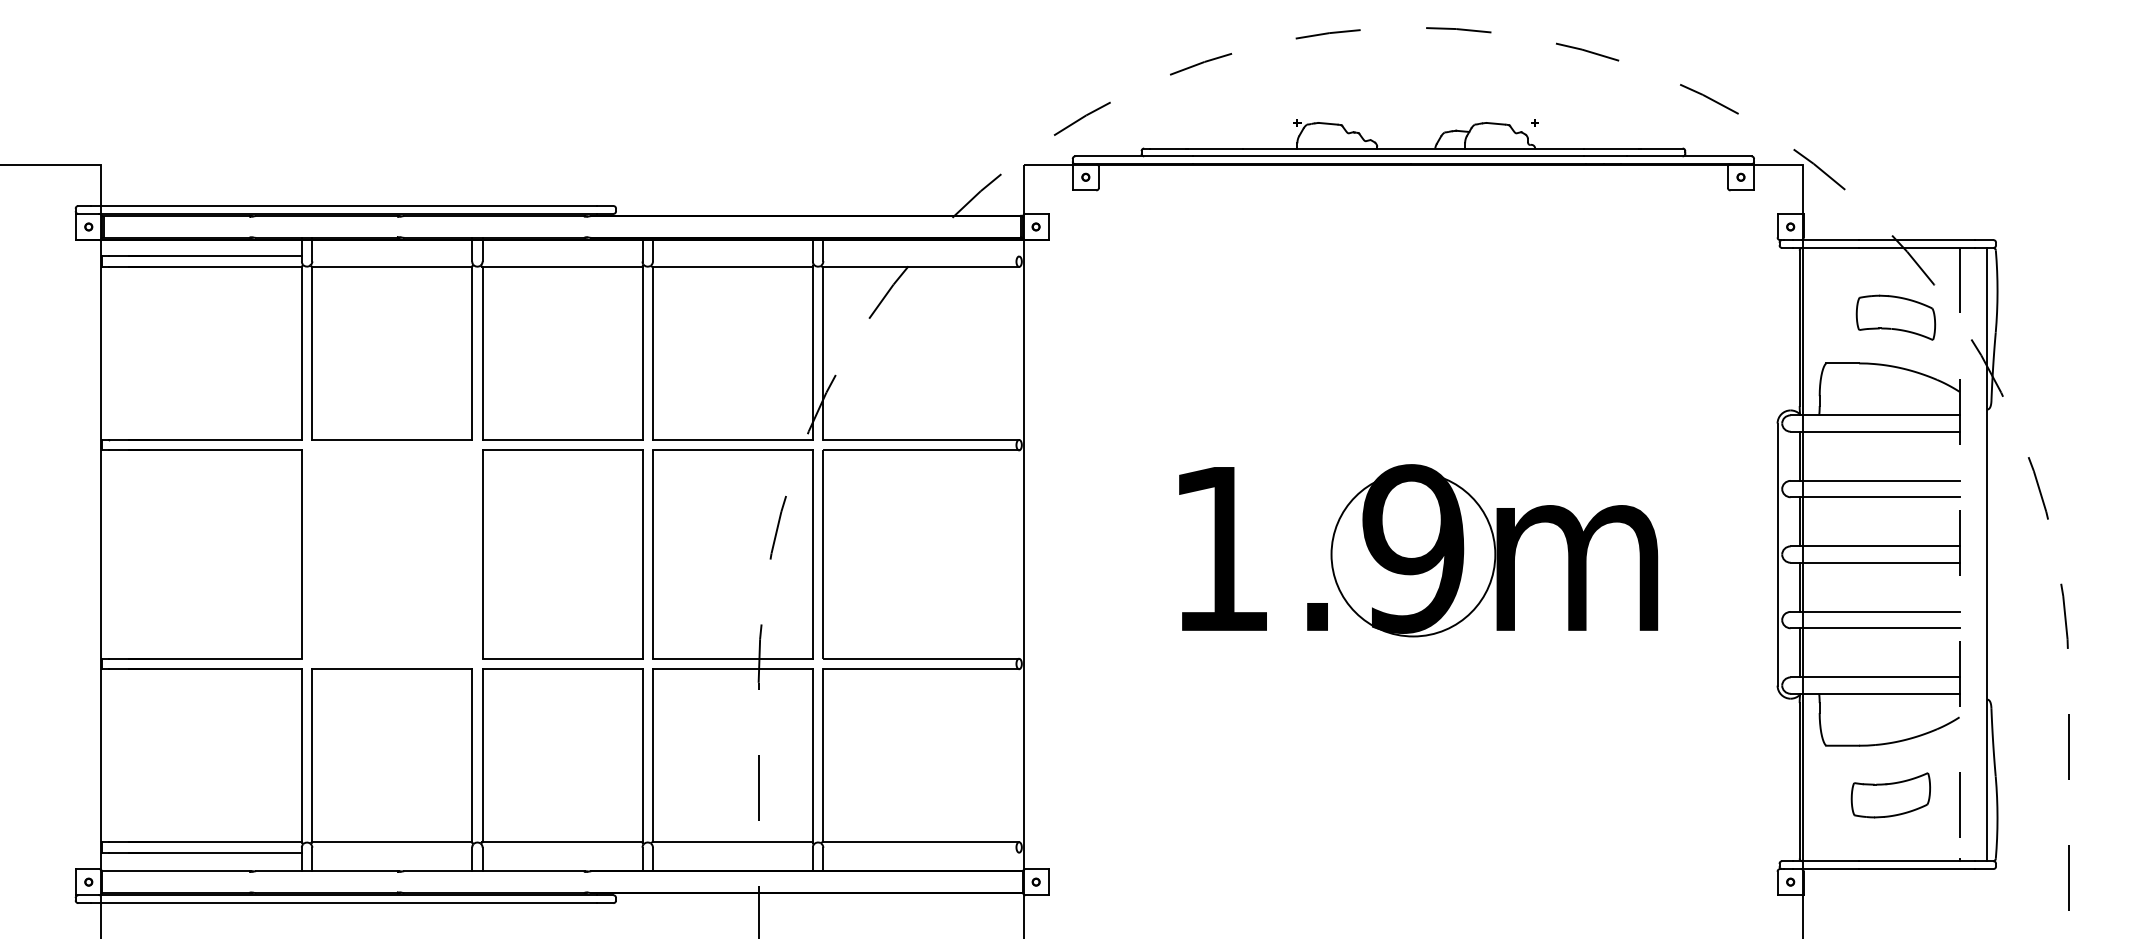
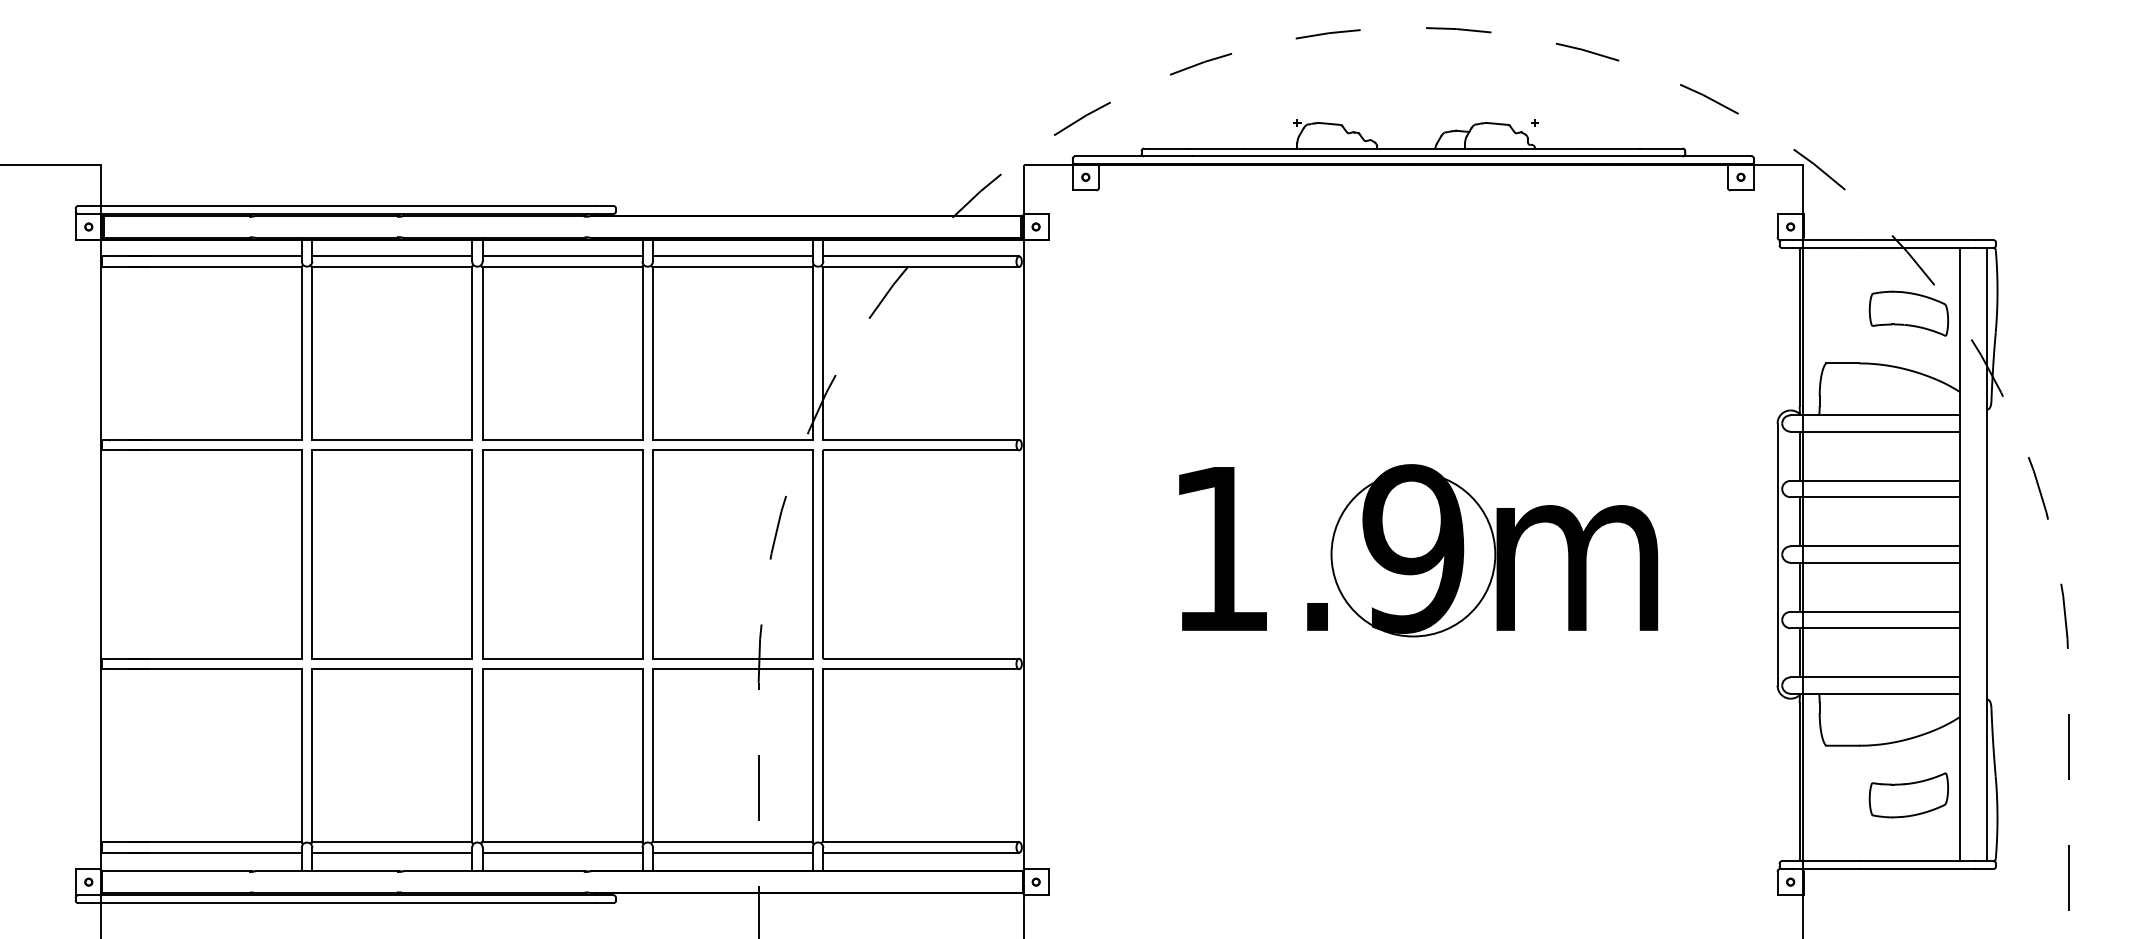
line at (392, 256): none -> present
line at (562, 256): none -> present
line at (732, 256): none -> present
line at (921, 256): none -> present
part at (1895, 317) position: (1895, 317) -> (1908, 313)
line at (1959, 553): dashed -> solid
part at (391, 554): none -> present
part at (1890, 795) position: (1890, 795) -> (1908, 795)
line at (392, 852): none -> present
line at (562, 852): none -> present
line at (732, 852): none -> present
line at (921, 852): none -> present
